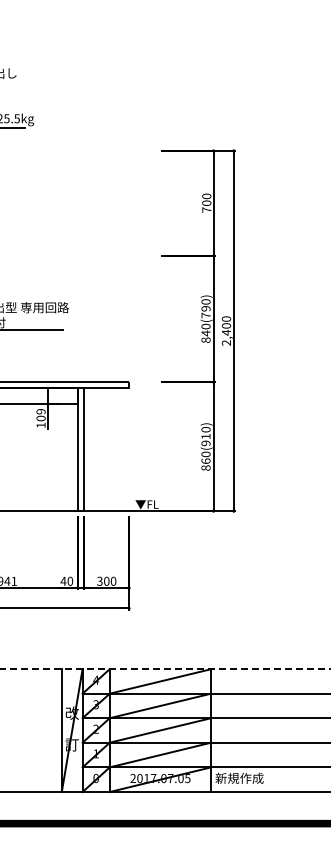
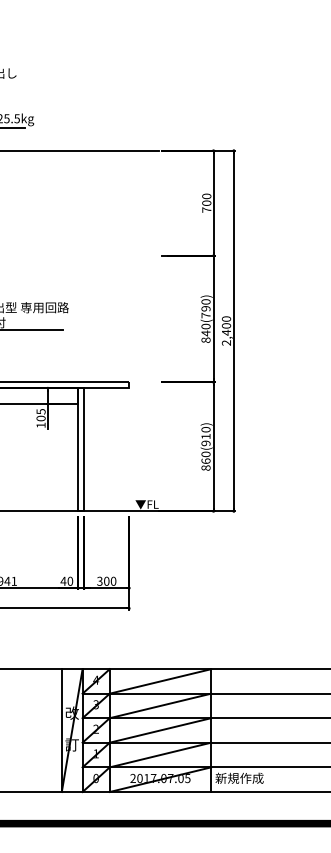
line at (80, 150): none -> present
text at (40, 411): 109 -> 105
line at (165, 669): dashed -> solid
